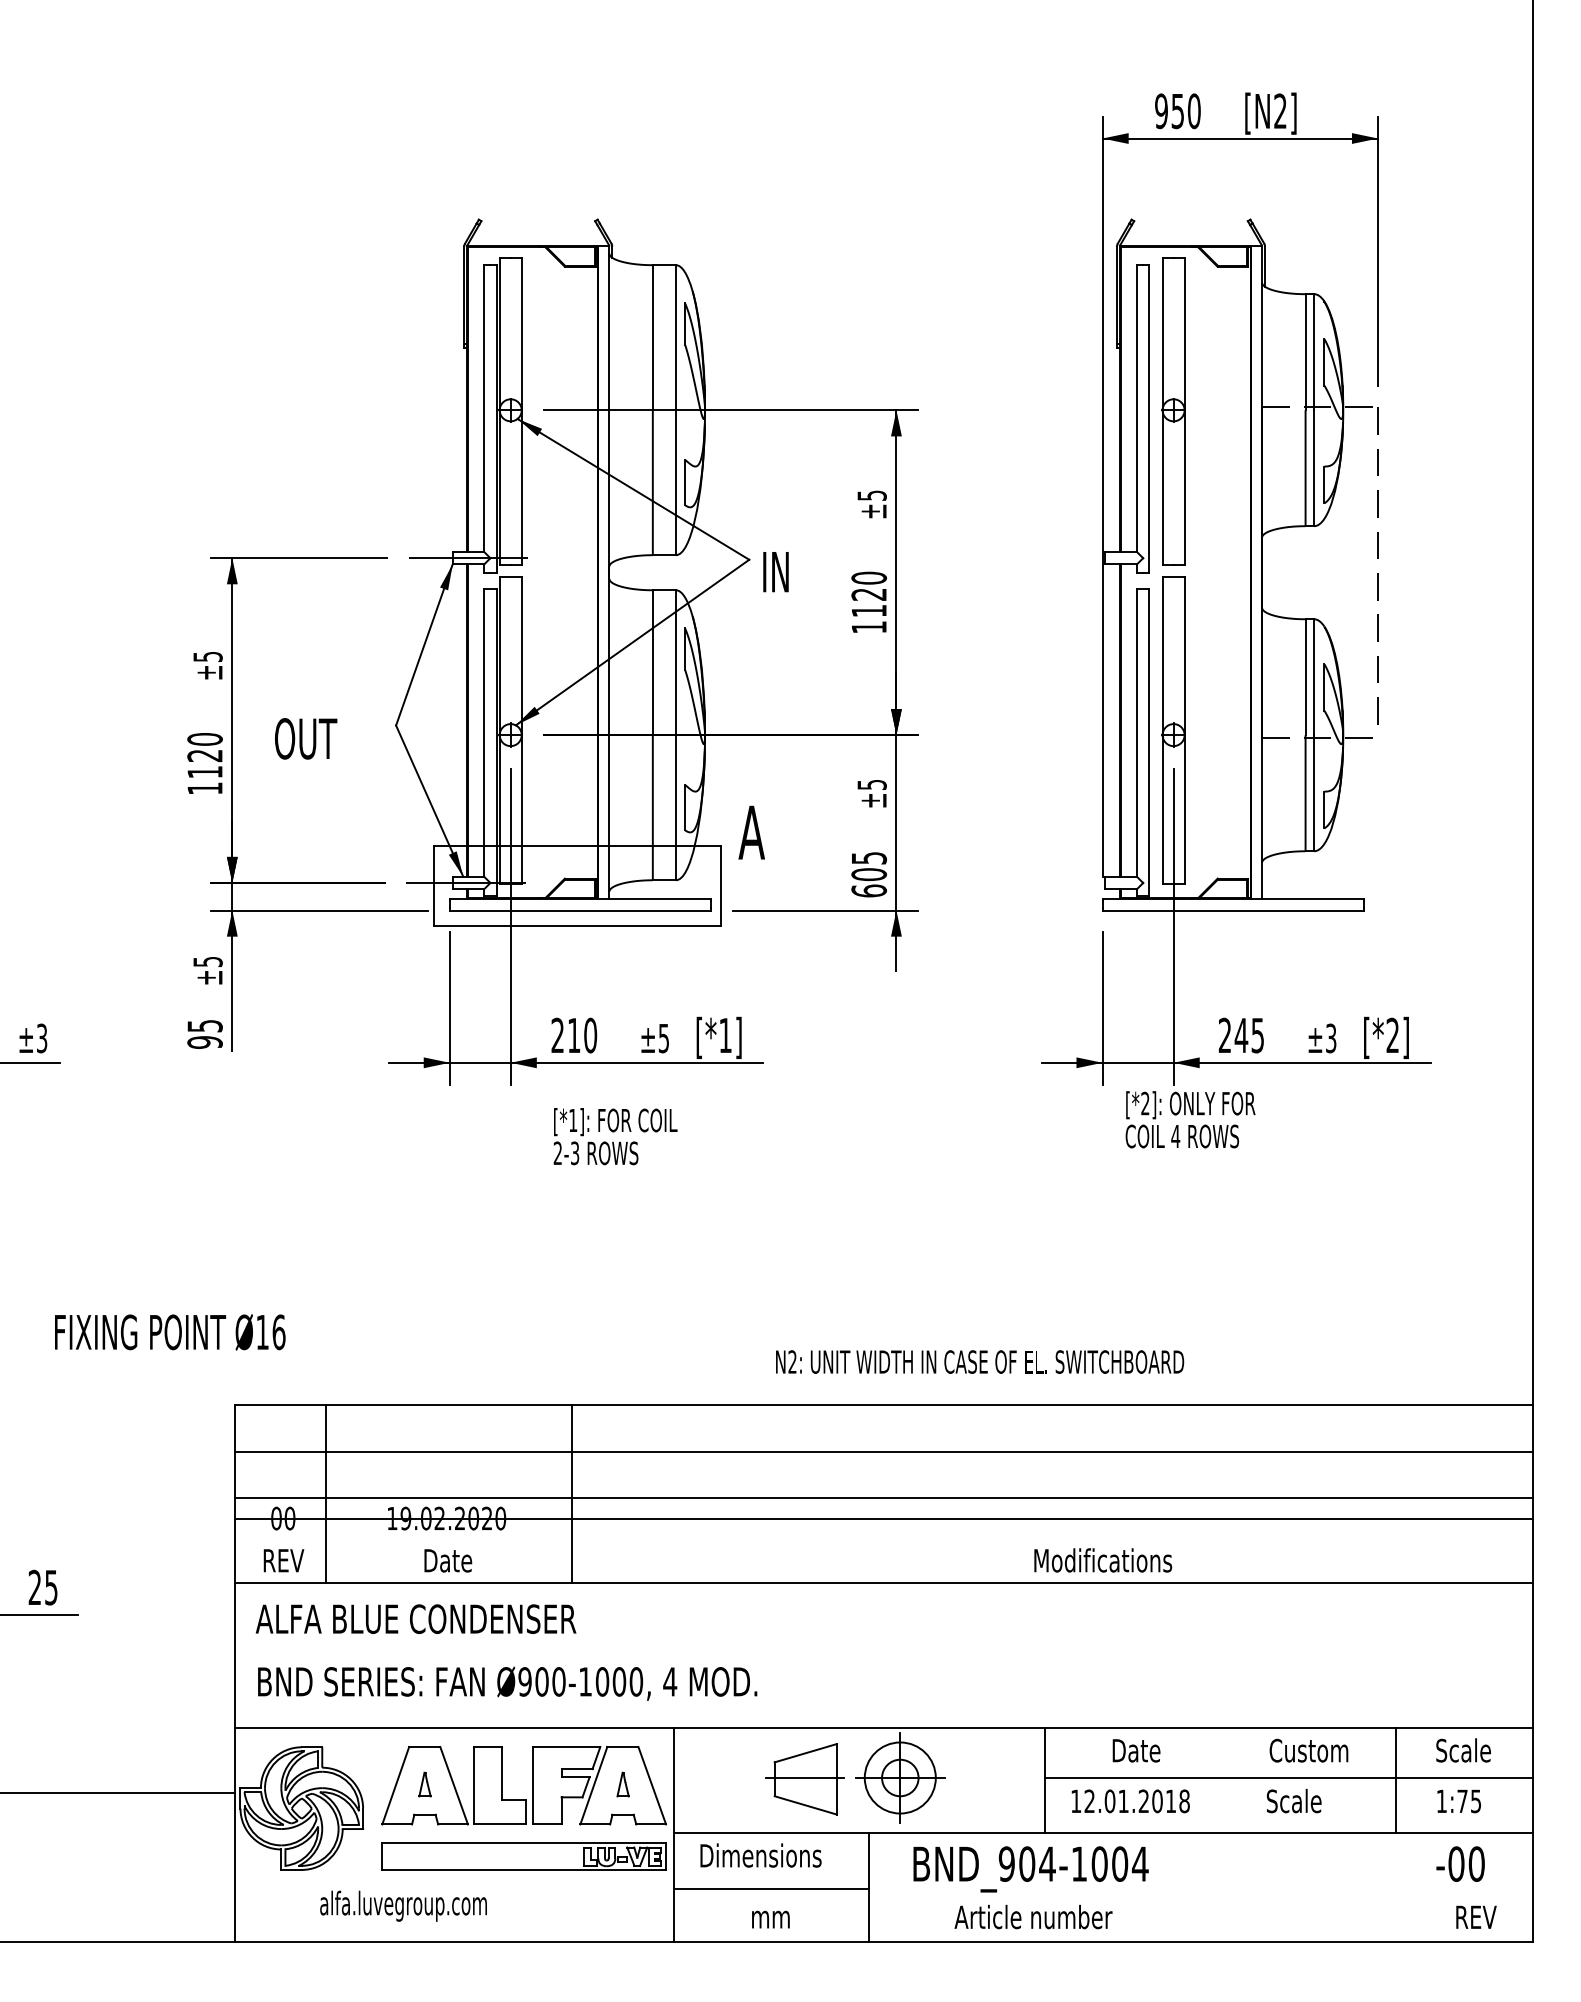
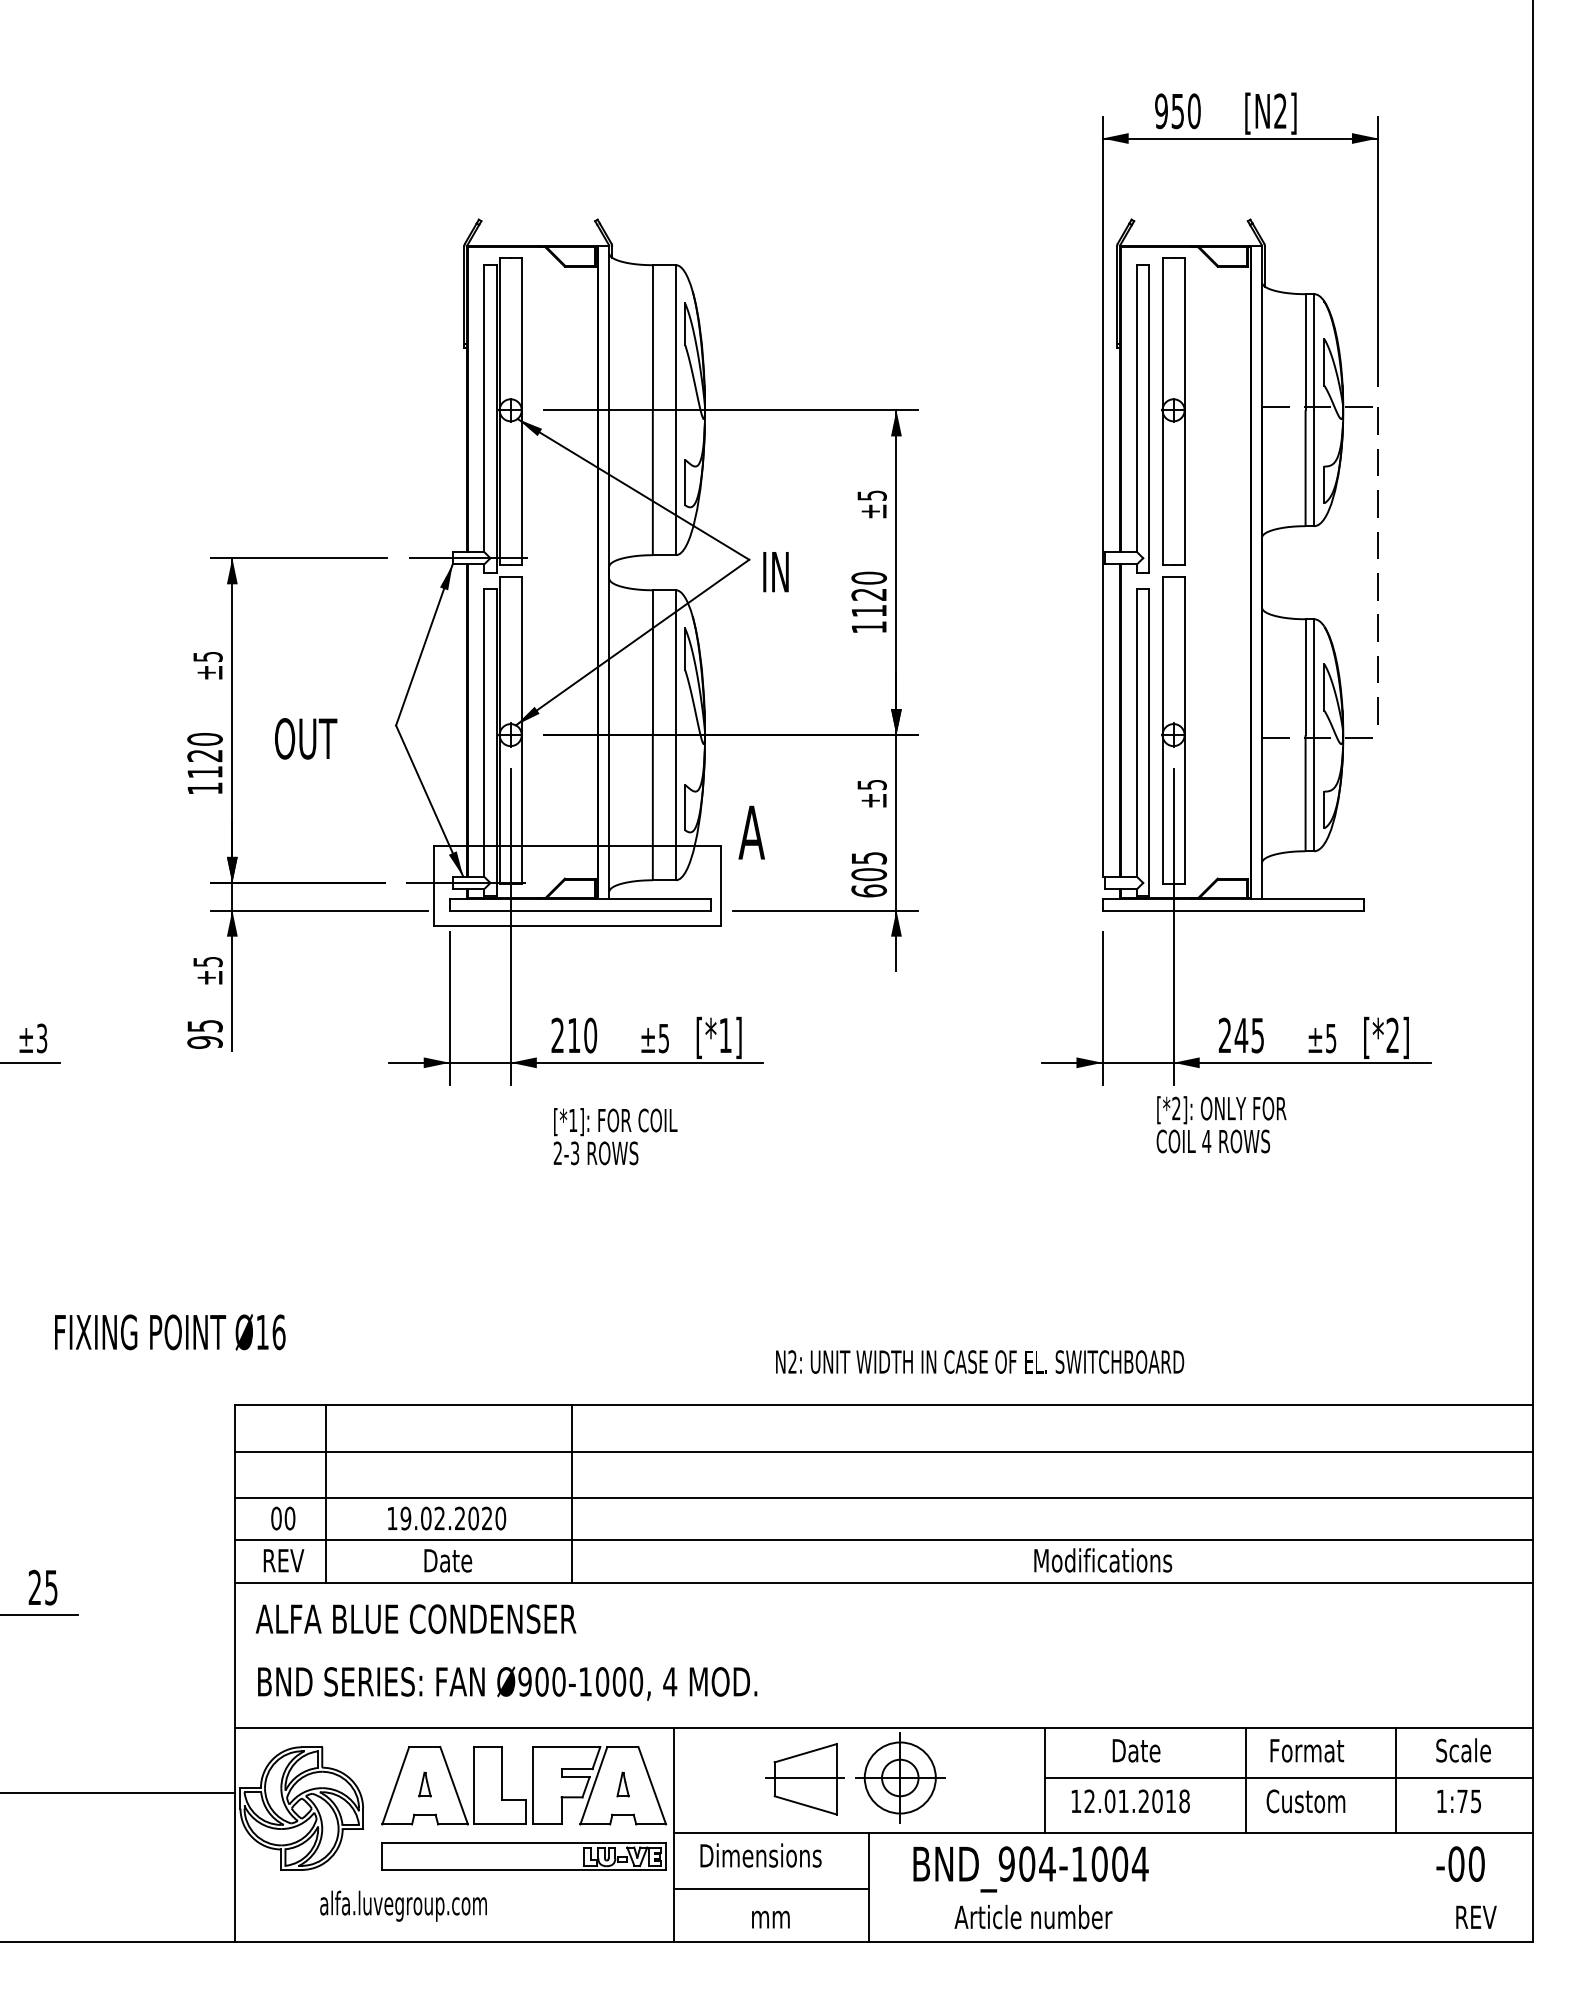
text at (1331, 1037): ±3 -> ±5
text at (1190, 1119) position: (1190, 1119) -> (1221, 1124)
line at (884, 1519) position: (884, 1519) -> (884, 1540)
text at (1308, 1750): Custom -> Format
line at (1245, 1780): none -> present
text at (1305, 1800): Scale -> Custom
